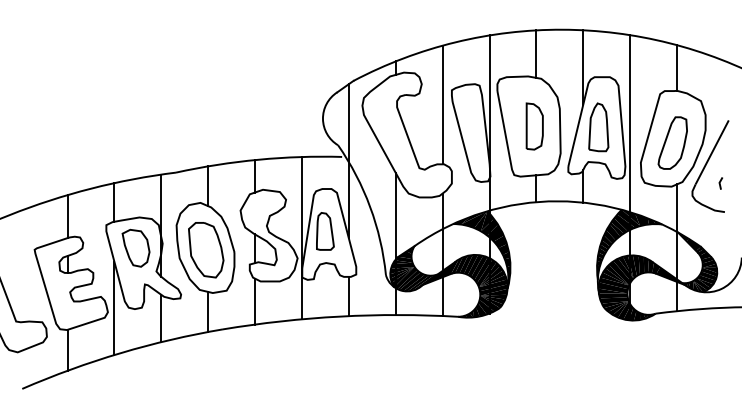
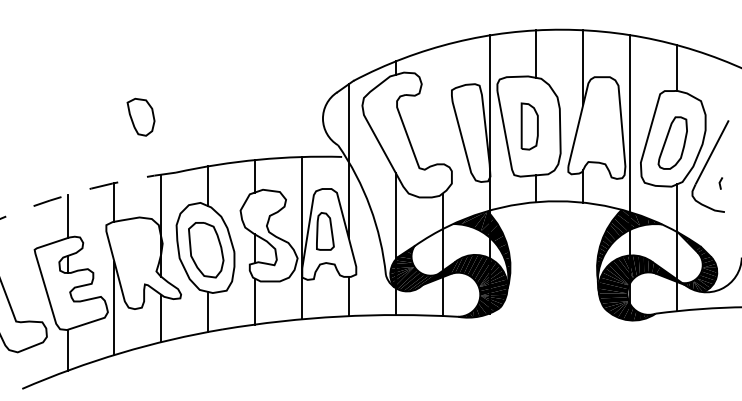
line at (442, 104): present -> none
part at (534, 126) position: (534, 126) -> (529, 126)
part at (598, 127): present -> none
arc at (87, 189): solid -> dashed
part at (135, 247) position: (135, 247) -> (140, 116)
